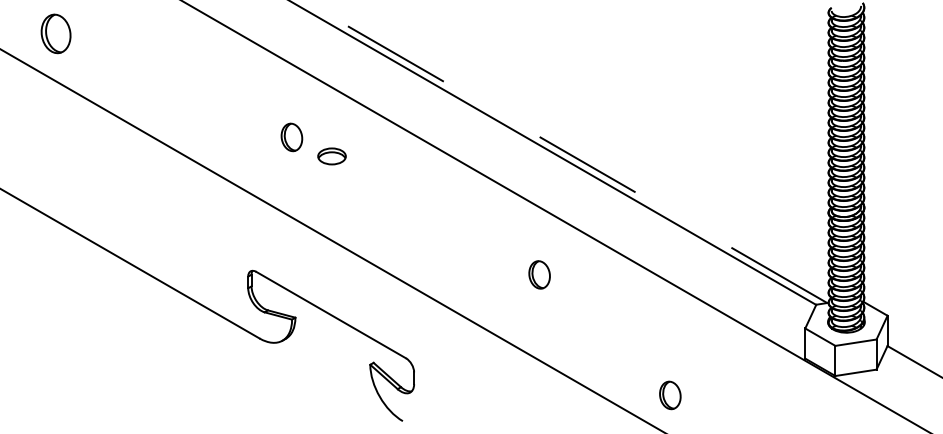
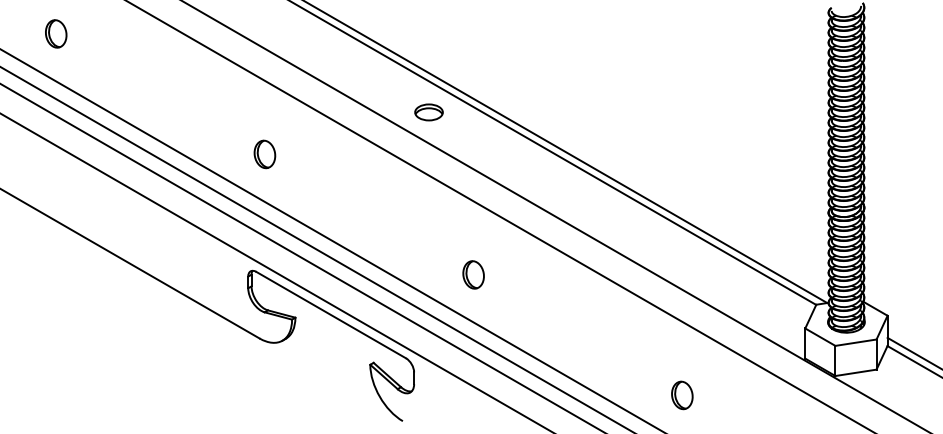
part at (55, 33) size: 32x42 px -> 23x30 px
part at (291, 137) position: (291, 137) -> (264, 154)
line at (565, 151): dashed -> solid
part at (331, 156) position: (331, 156) -> (428, 112)
line at (499, 216): none -> present
line at (316, 249): none -> present
line at (301, 257): none -> present
line at (276, 272): none -> present
part at (539, 274) position: (539, 274) -> (473, 274)
line at (913, 352): none -> present
part at (670, 395) position: (670, 395) -> (682, 395)
